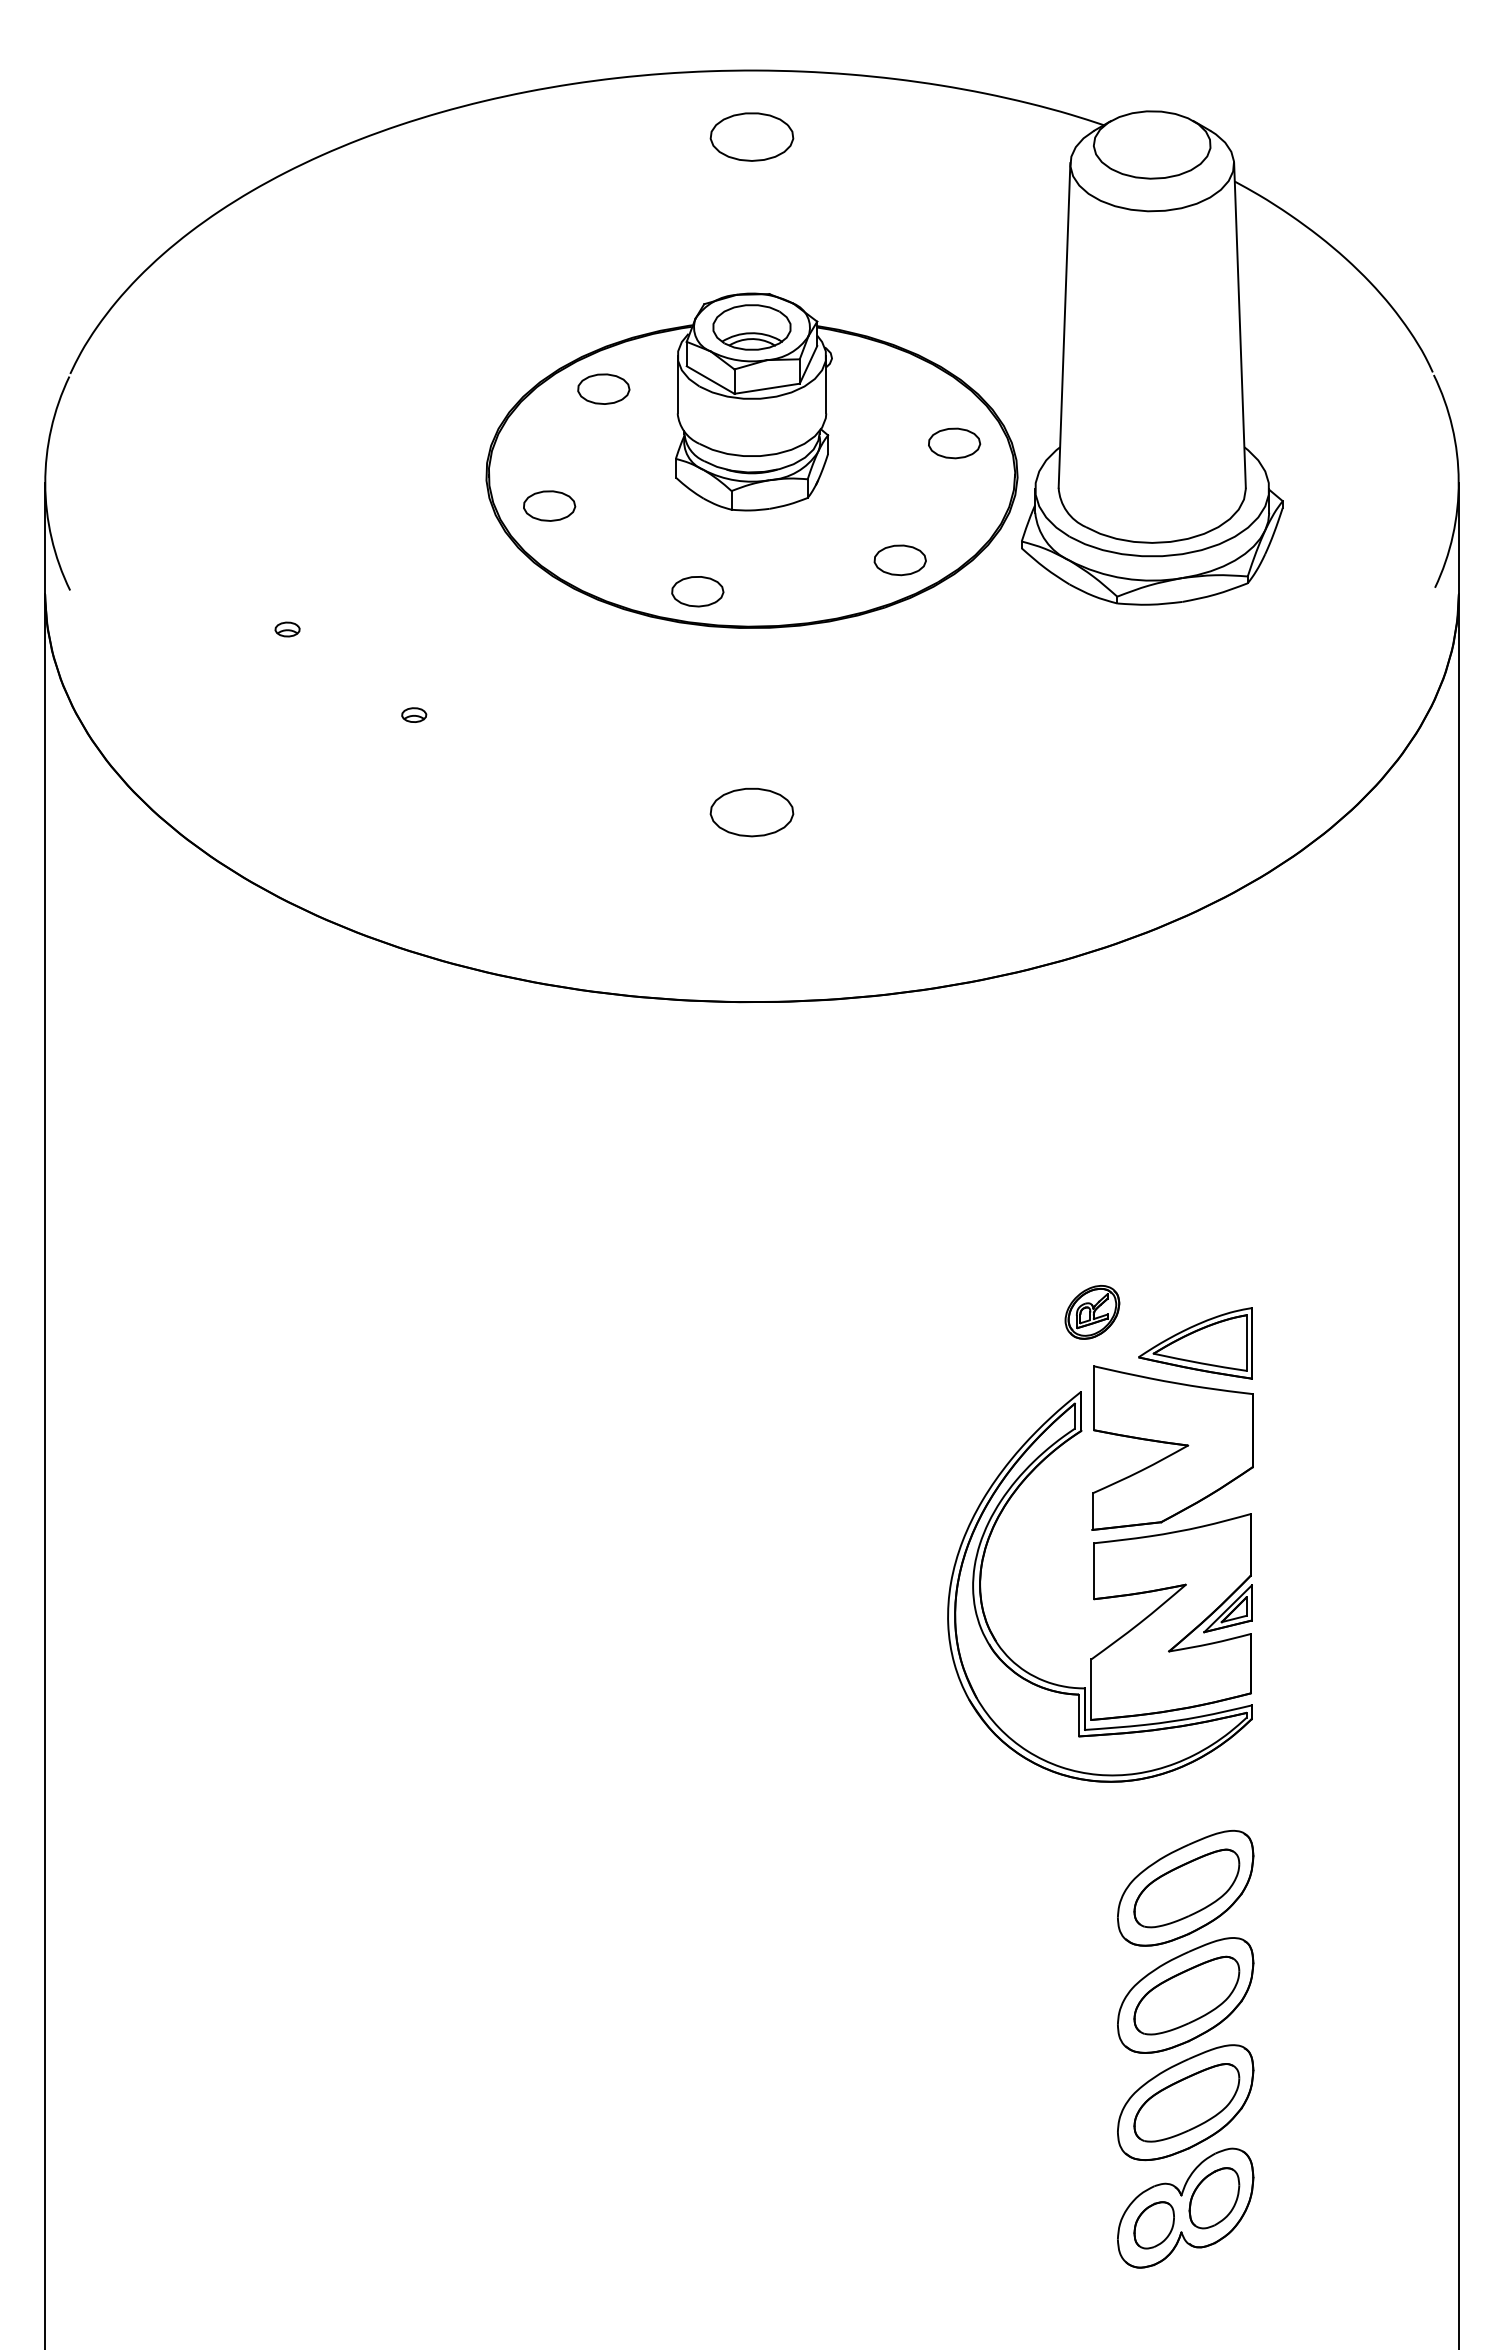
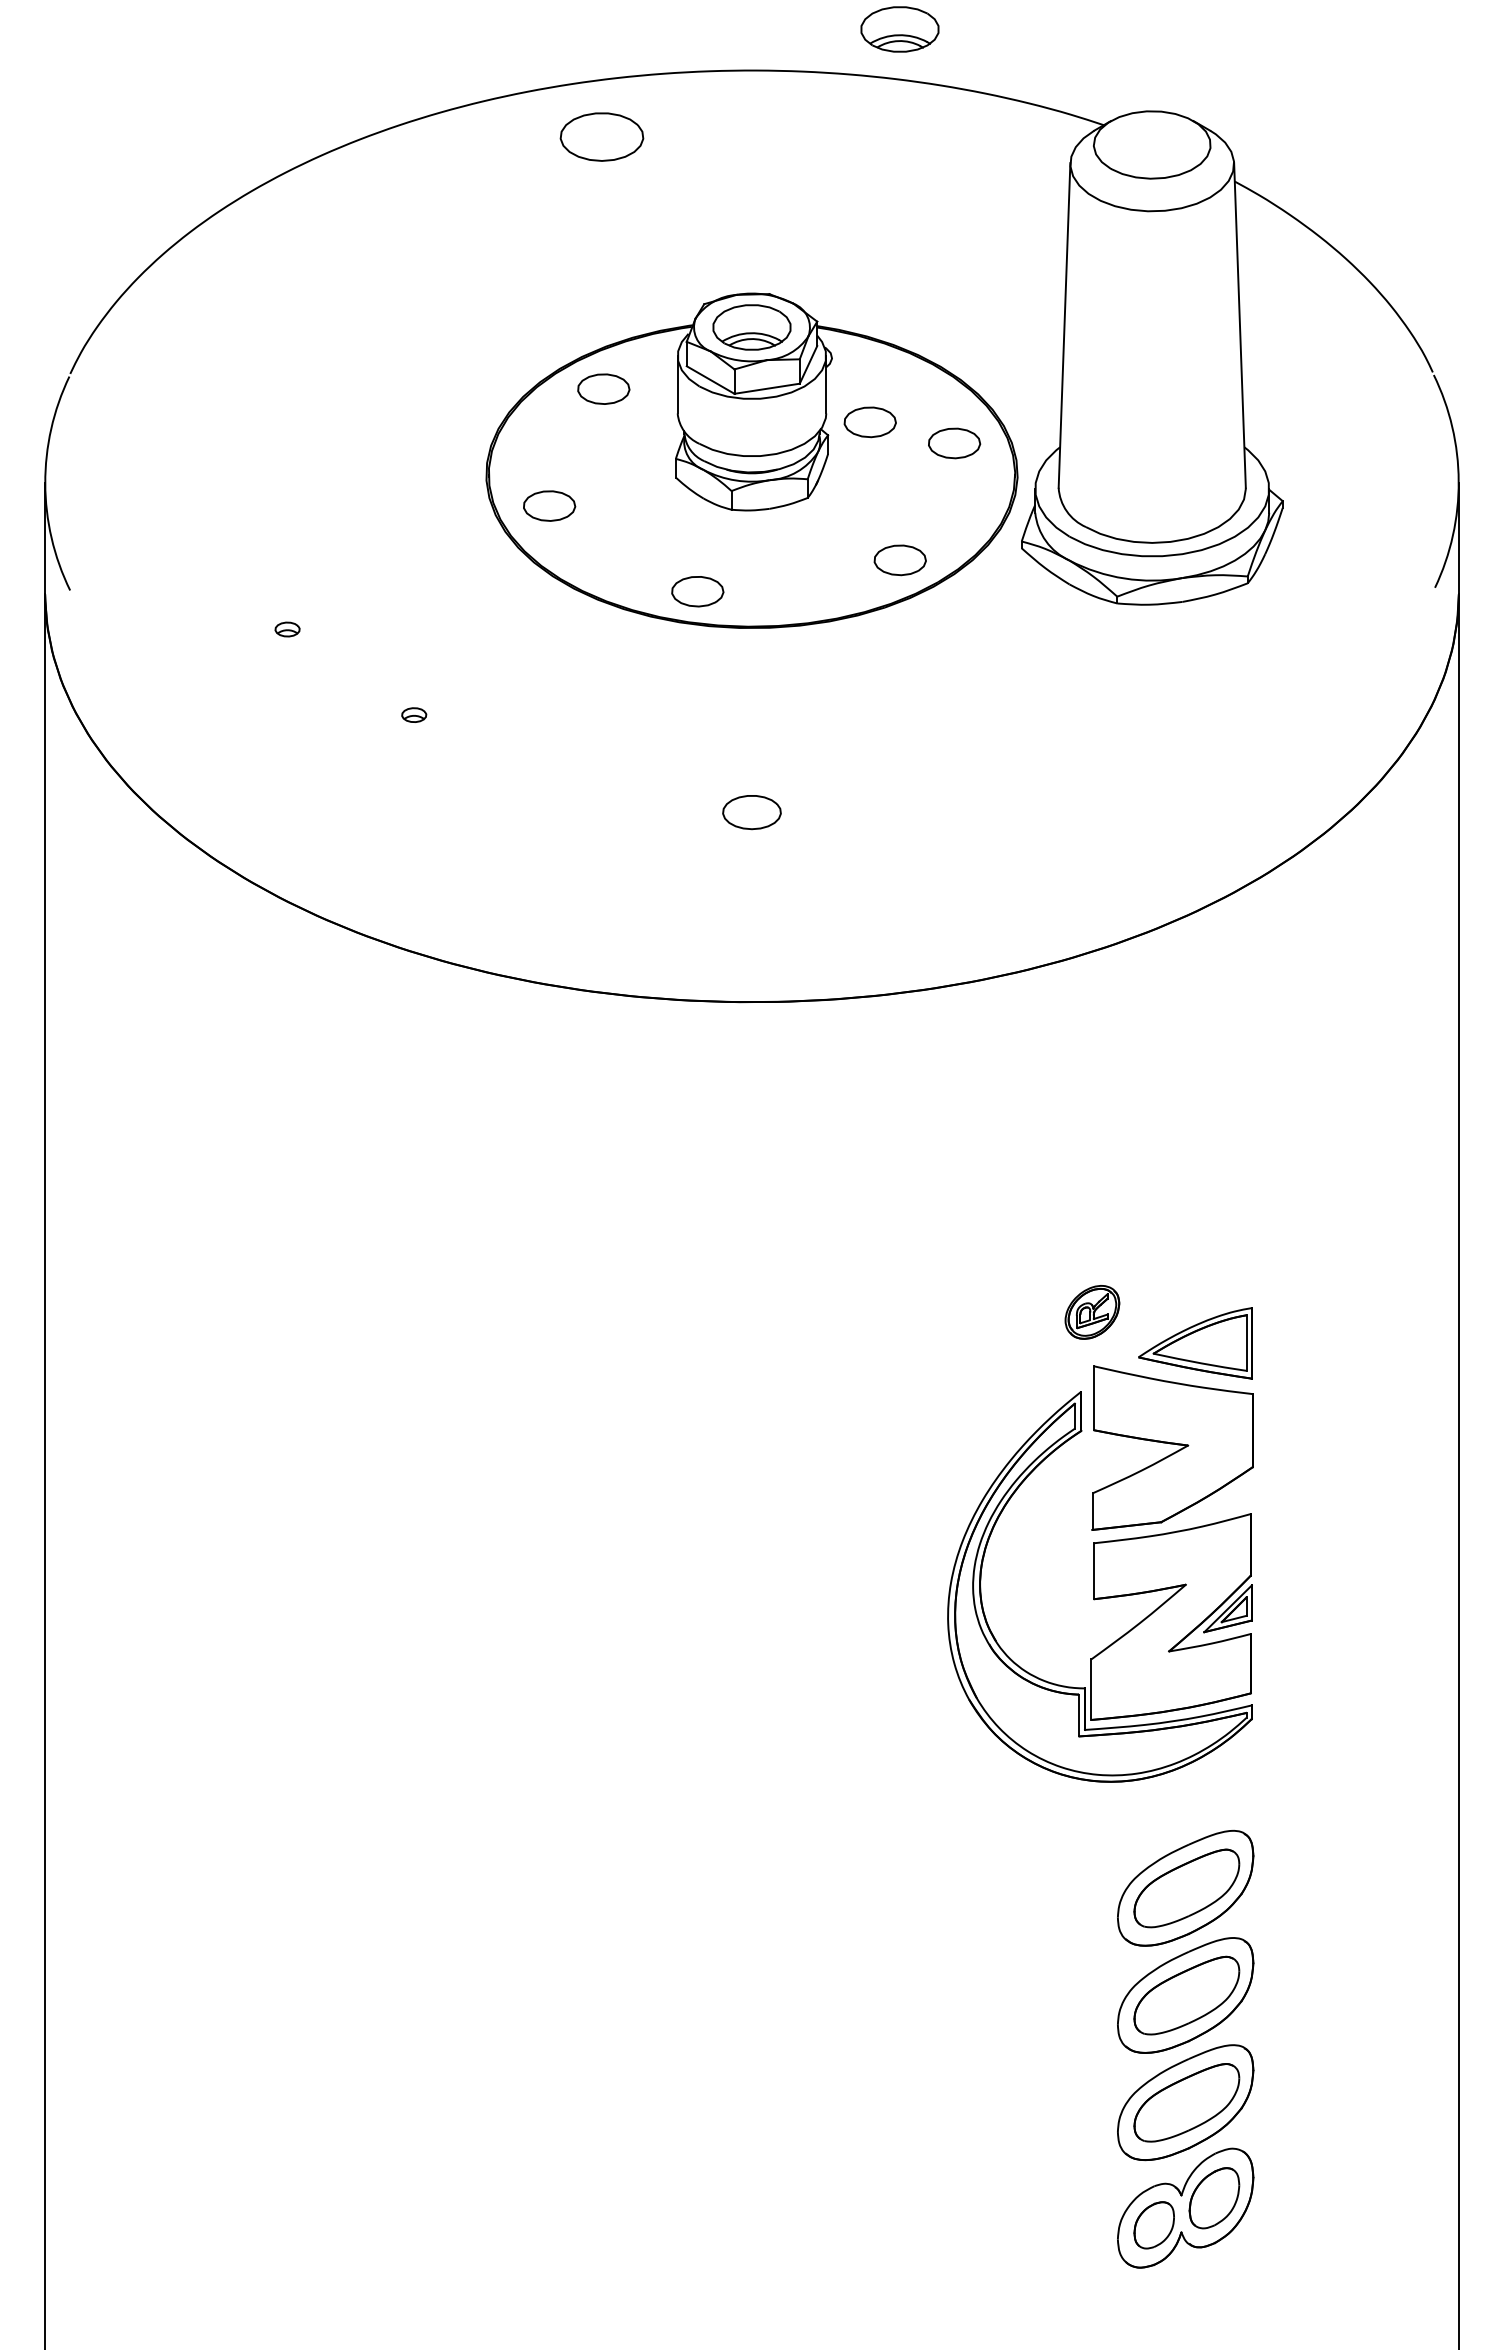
part at (899, 29): none -> present
part at (751, 136) position: (751, 136) -> (601, 136)
part at (869, 422): none -> present
part at (751, 812) size: 86x51 px -> 60x36 px
